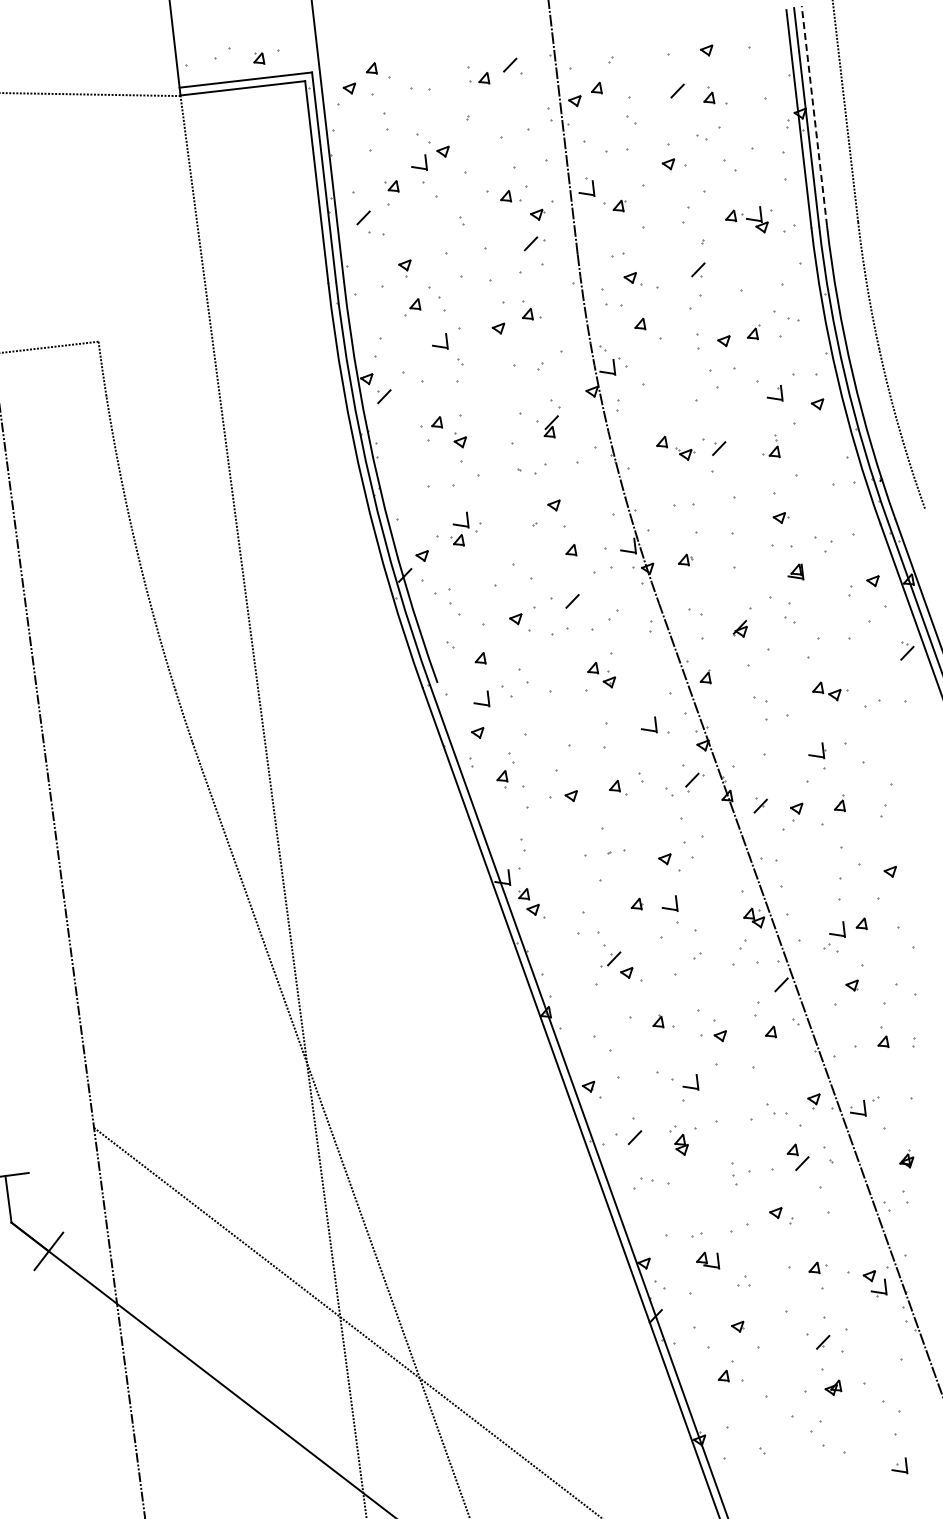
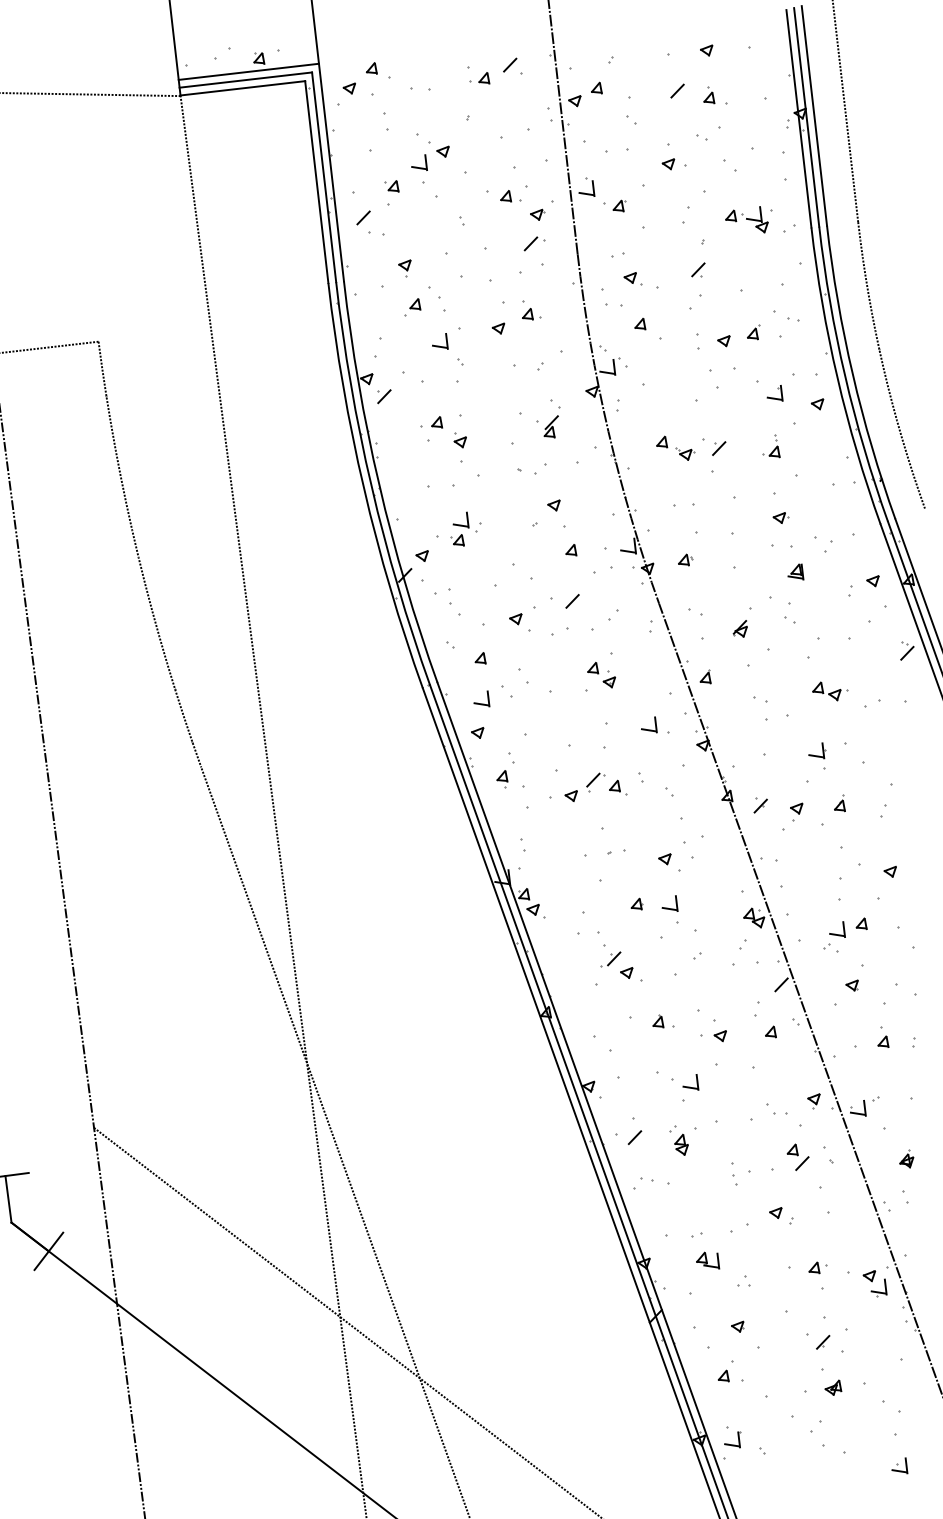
line at (248, 71): none -> present
line at (814, 115): dashed -> solid
part at (694, 782) position: (694, 782) -> (595, 782)
line at (586, 1098): none -> present
part at (732, 1439): none -> present
